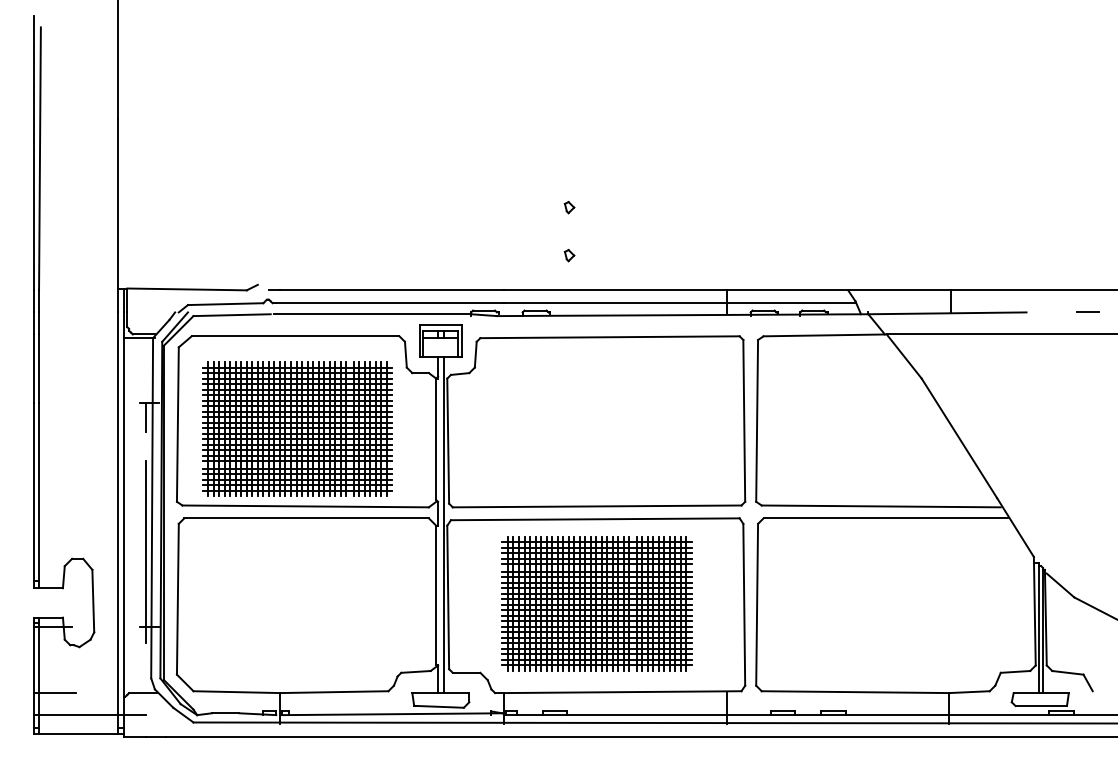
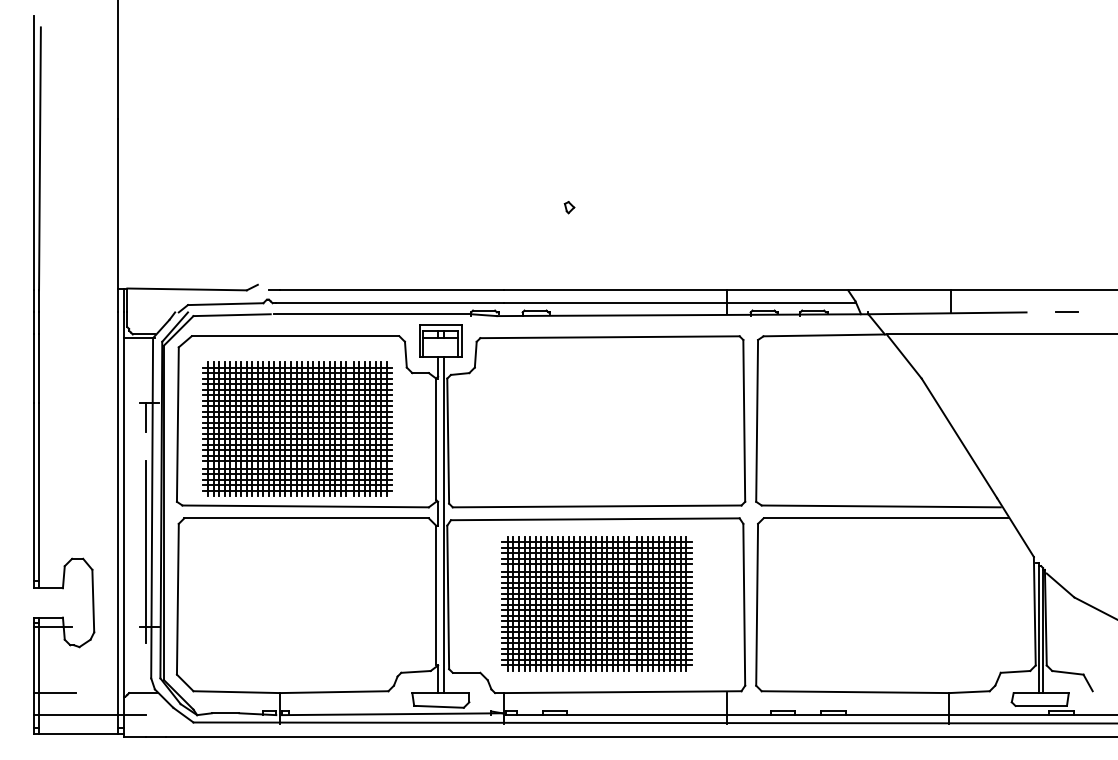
part at (569, 255): present -> none
line at (1087, 311) position: (1087, 311) -> (1066, 311)
